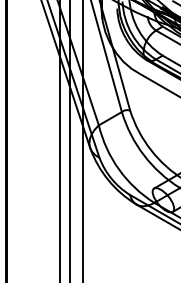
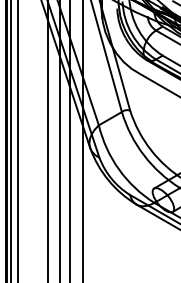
line at (10, 140): none -> present
line at (18, 140): none -> present
line at (47, 140): none -> present
